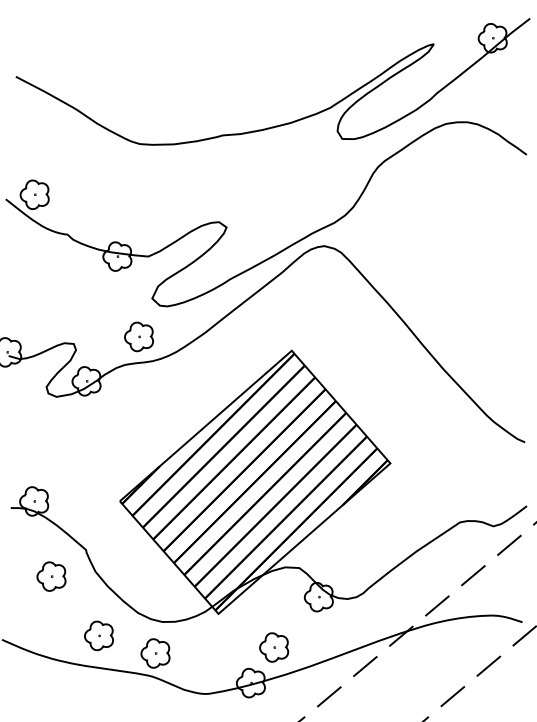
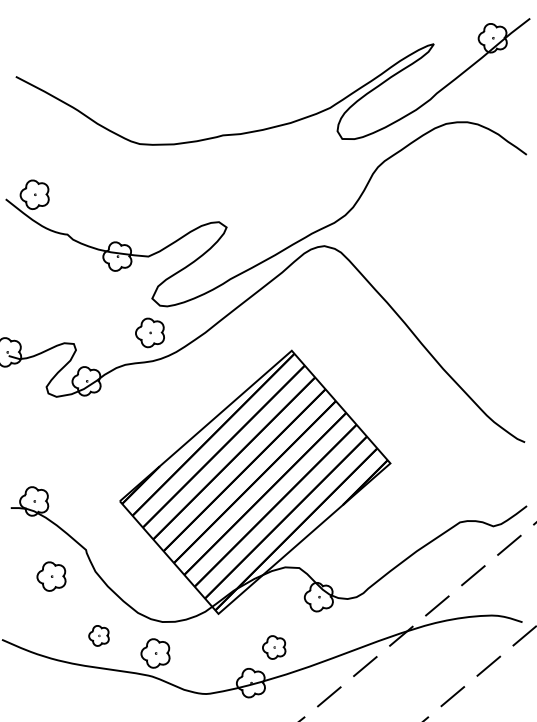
part at (138, 336) position: (138, 336) -> (149, 332)
part at (98, 635) size: 30x32 px -> 22x22 px
part at (274, 647) size: 31x31 px -> 25x25 px
